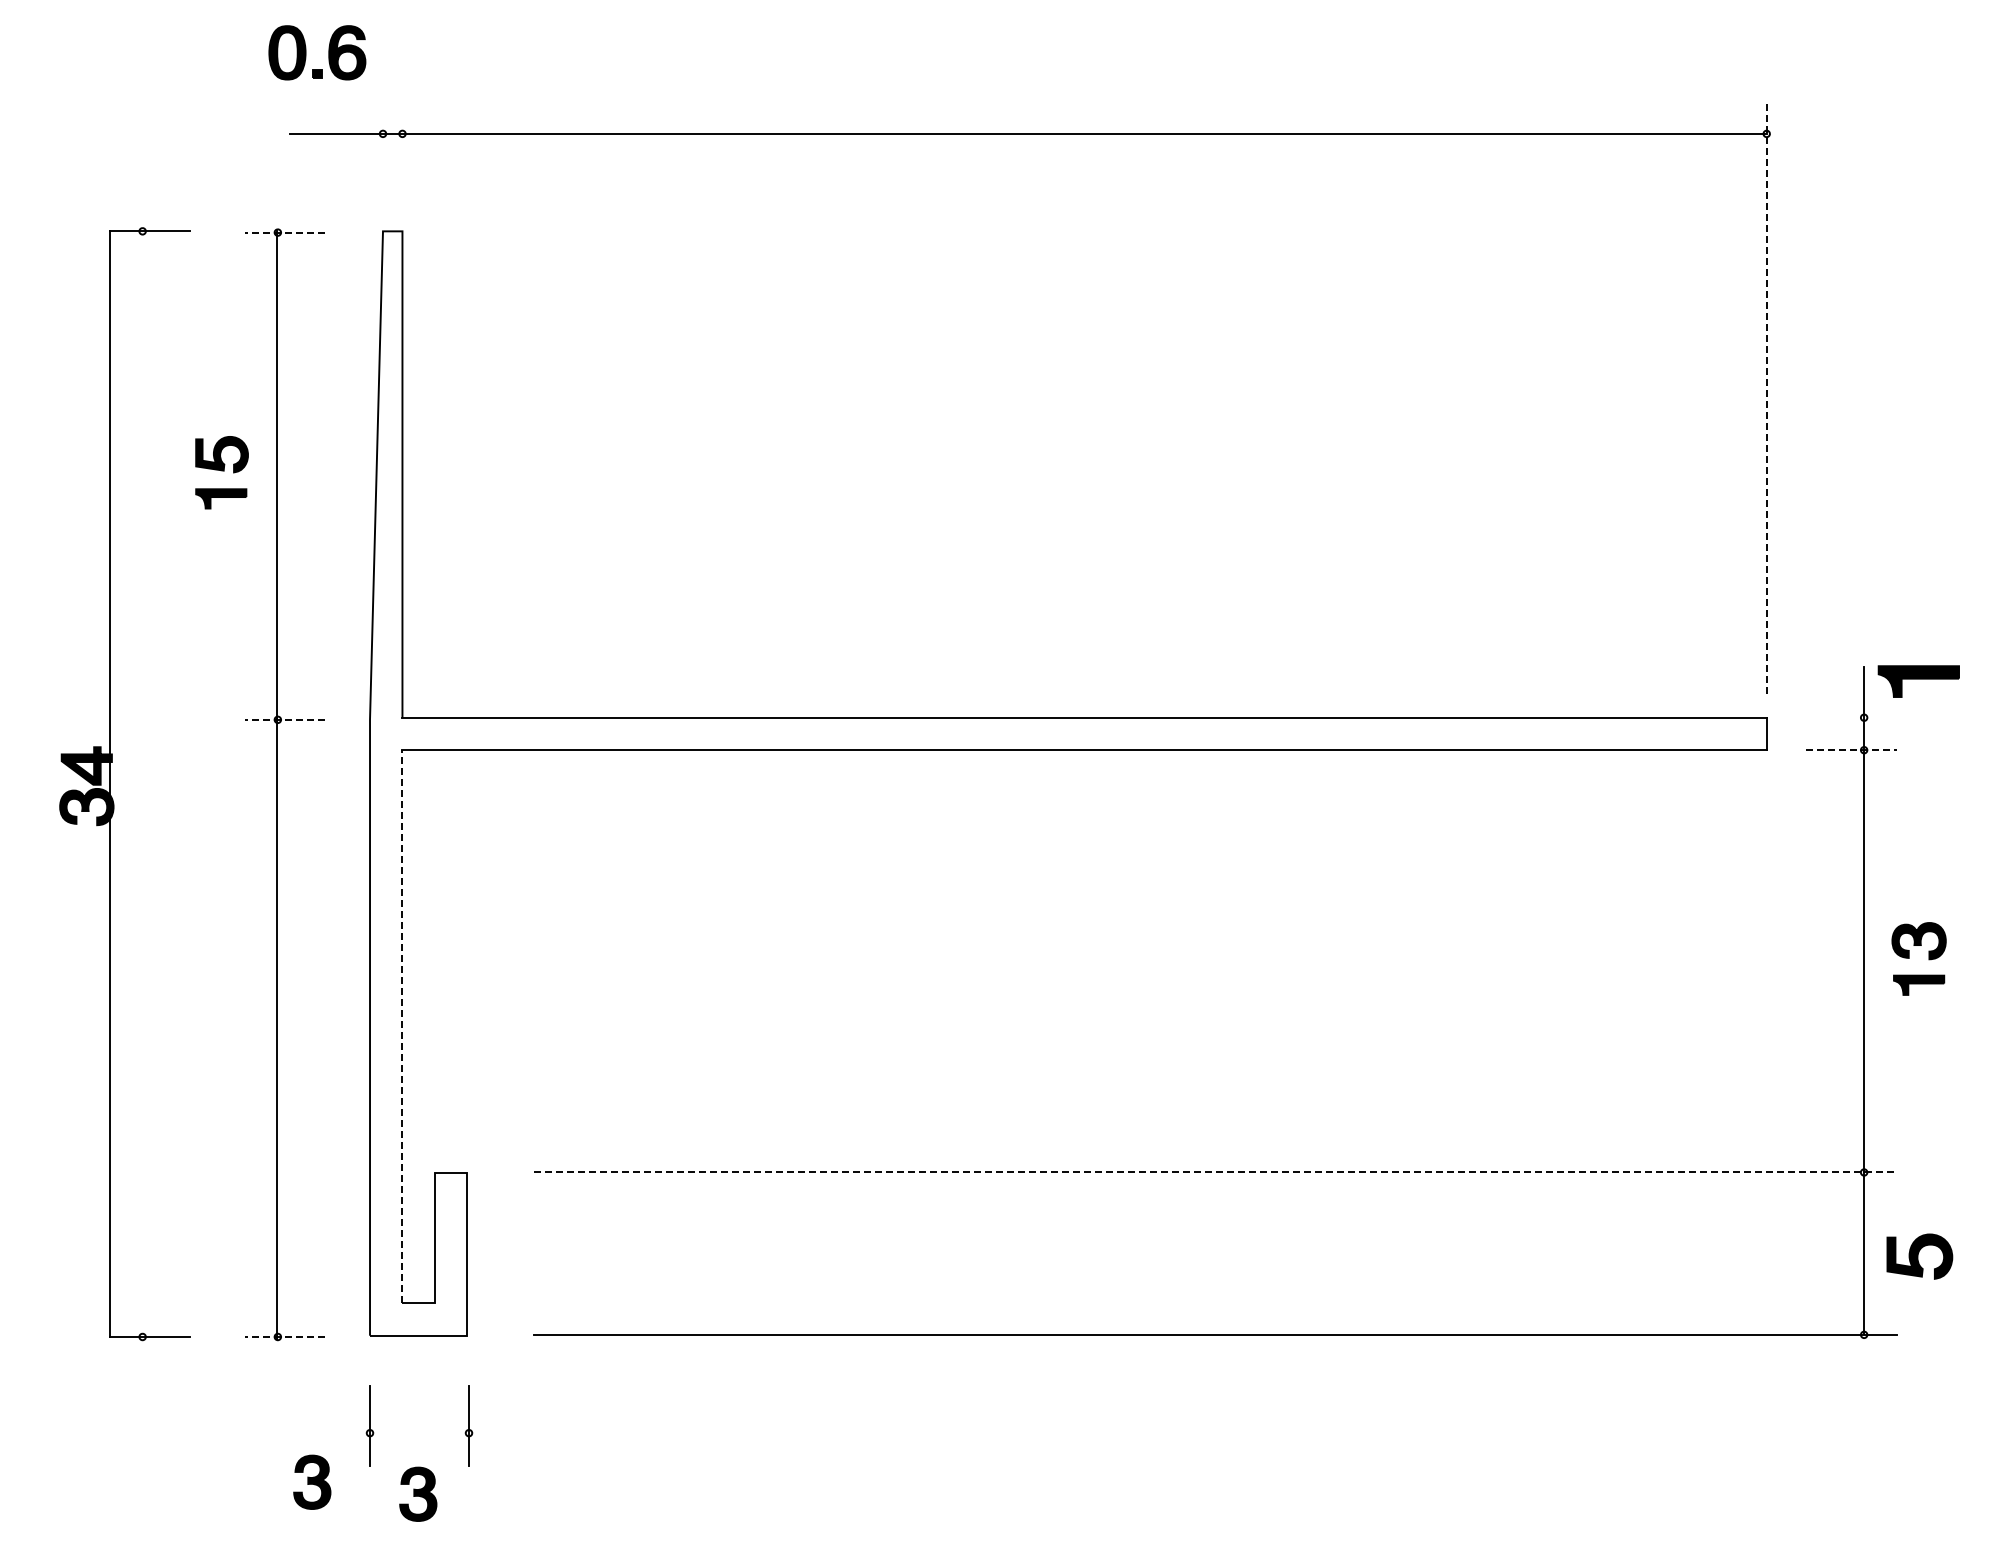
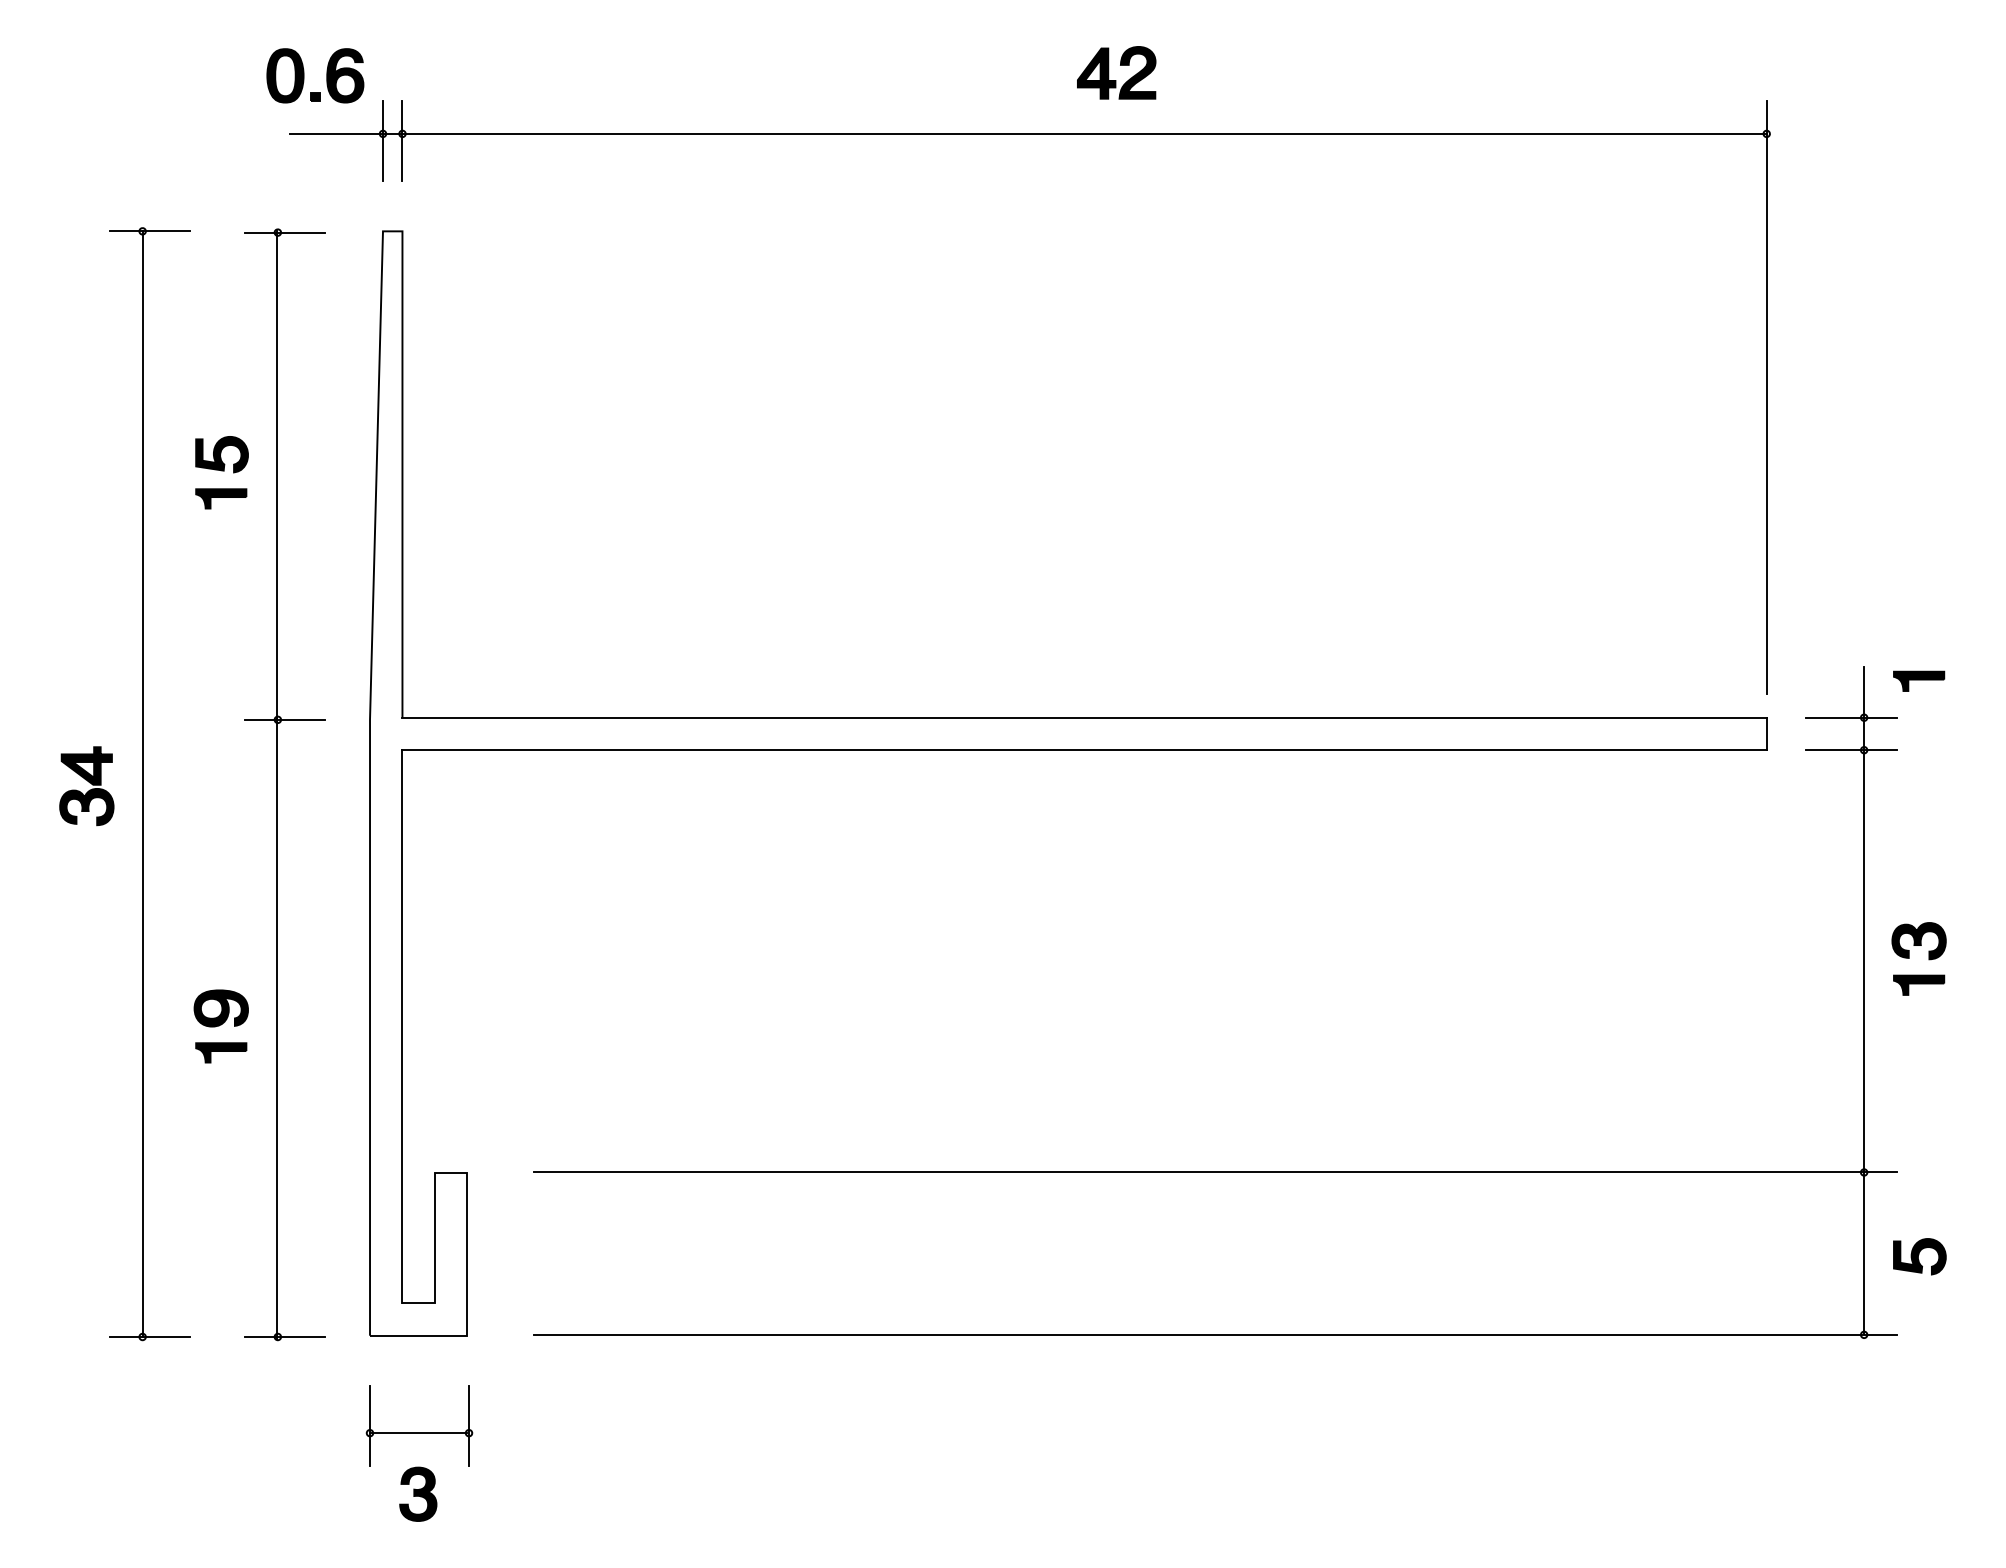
part at (306, 52) position: (306, 52) -> (304, 75)
part at (1109, 72): none -> present
line at (383, 141): none -> present
line at (402, 141): none -> present
line at (285, 232): dashed -> solid
line at (1766, 397): dashed -> solid
part at (1918, 681) size: 83x33 px -> 53x22 px
line at (1851, 717): none -> present
line at (285, 719): dashed -> solid
line at (1851, 750): dashed -> solid
line at (109, 783) position: (109, 783) -> (142, 783)
part at (220, 1026): none -> present
line at (402, 1026): dashed -> solid
line at (1215, 1172): dashed -> solid
part at (1919, 1256) size: 68x47 px -> 54x38 px
line at (285, 1336): dashed -> solid
line at (418, 1433): none -> present
part at (312, 1481): present -> none
